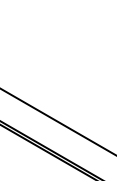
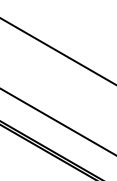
line at (57, 51): none -> present
